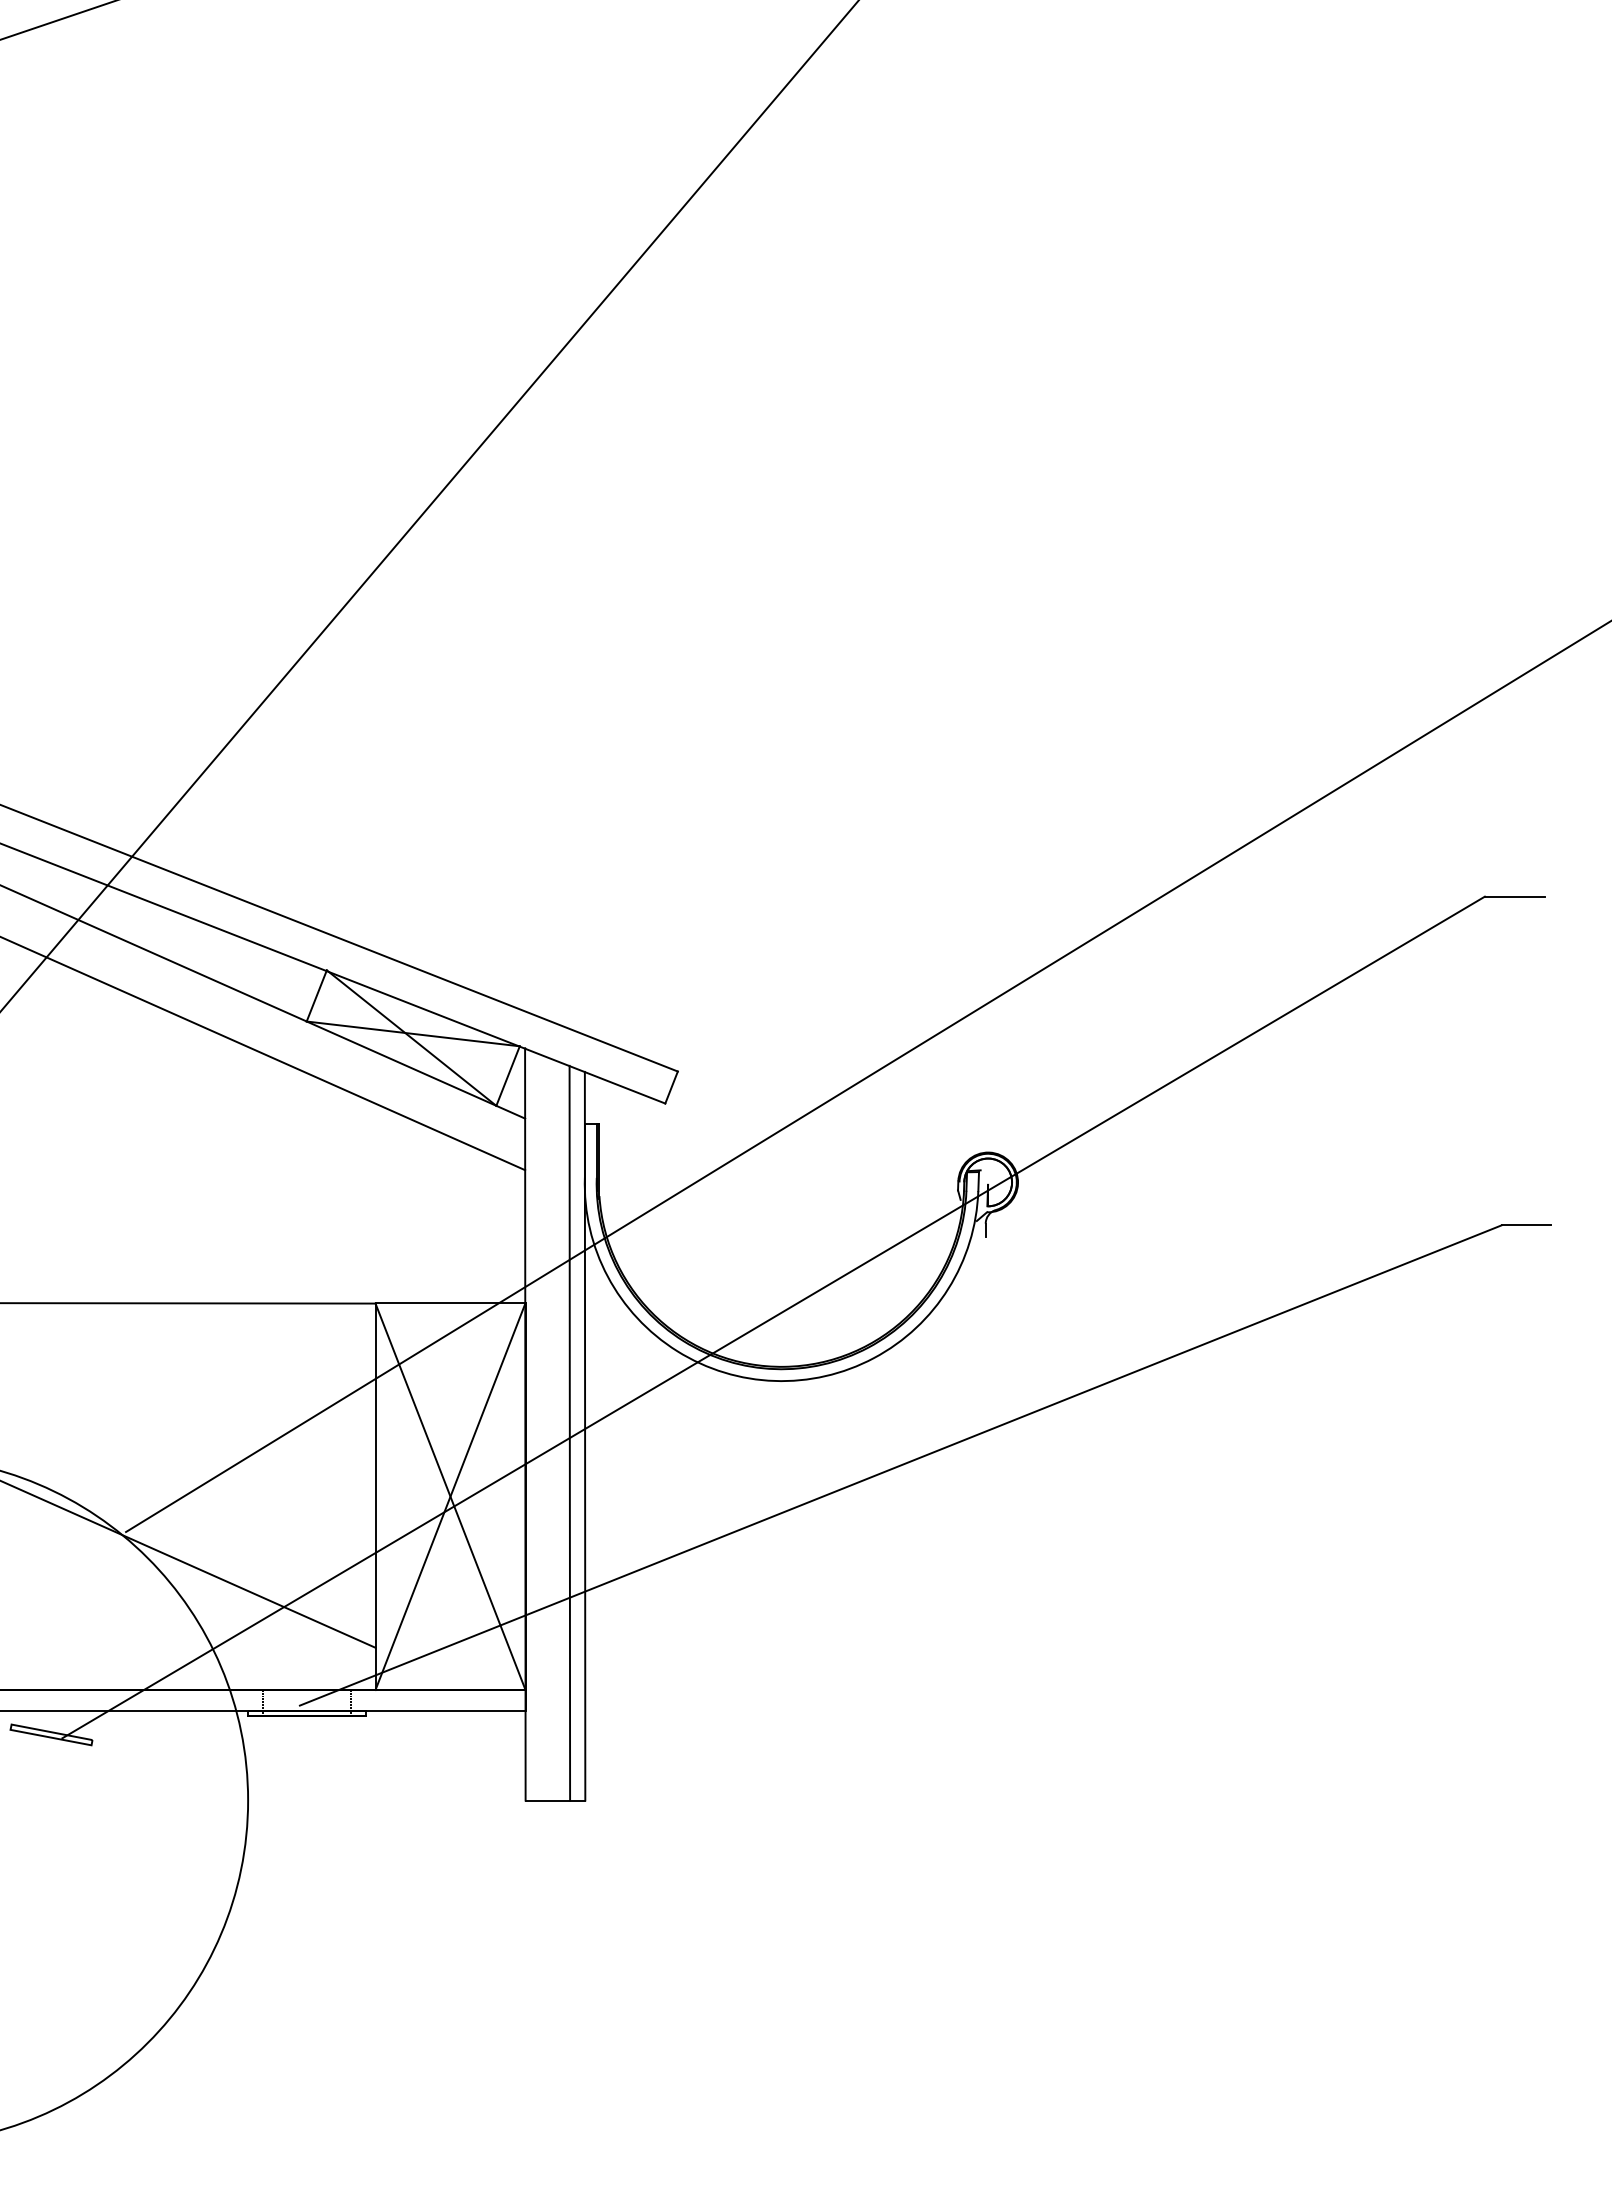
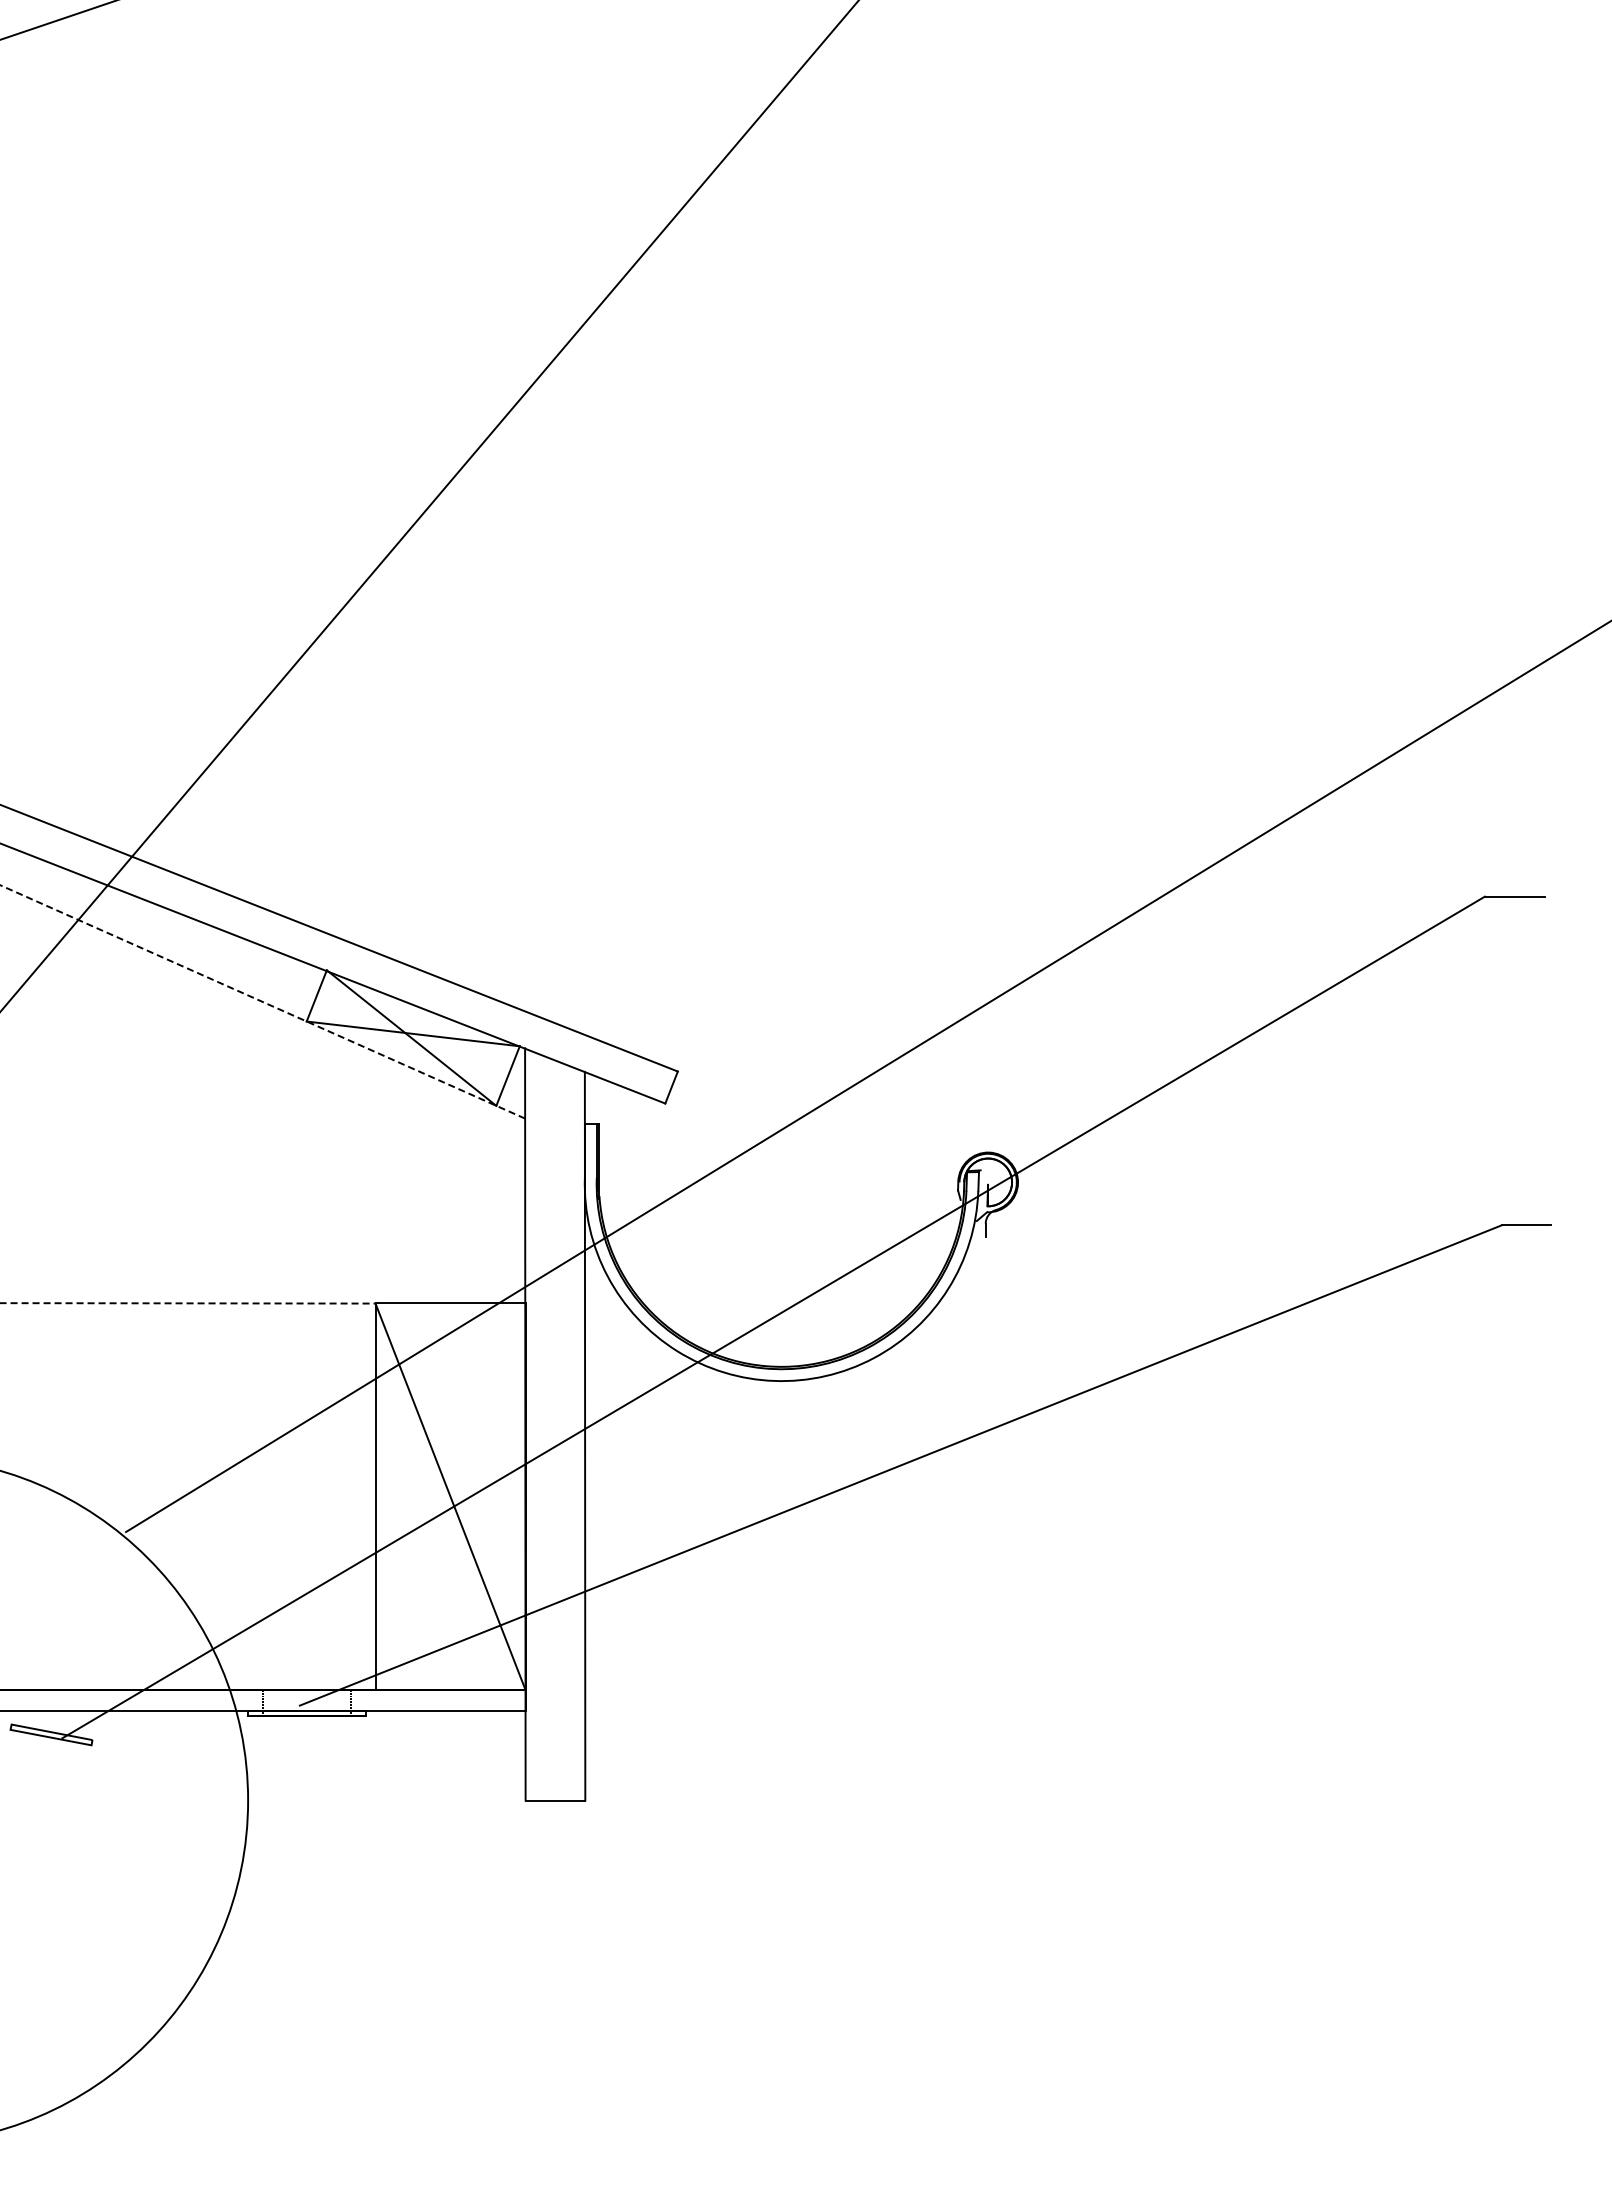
line at (263, 1002): solid -> dashed
line at (263, 1053): present -> none
line at (188, 1303): solid -> dashed
line at (569, 1432): present -> none
line at (450, 1496): present -> none
line at (188, 1564): present -> none
